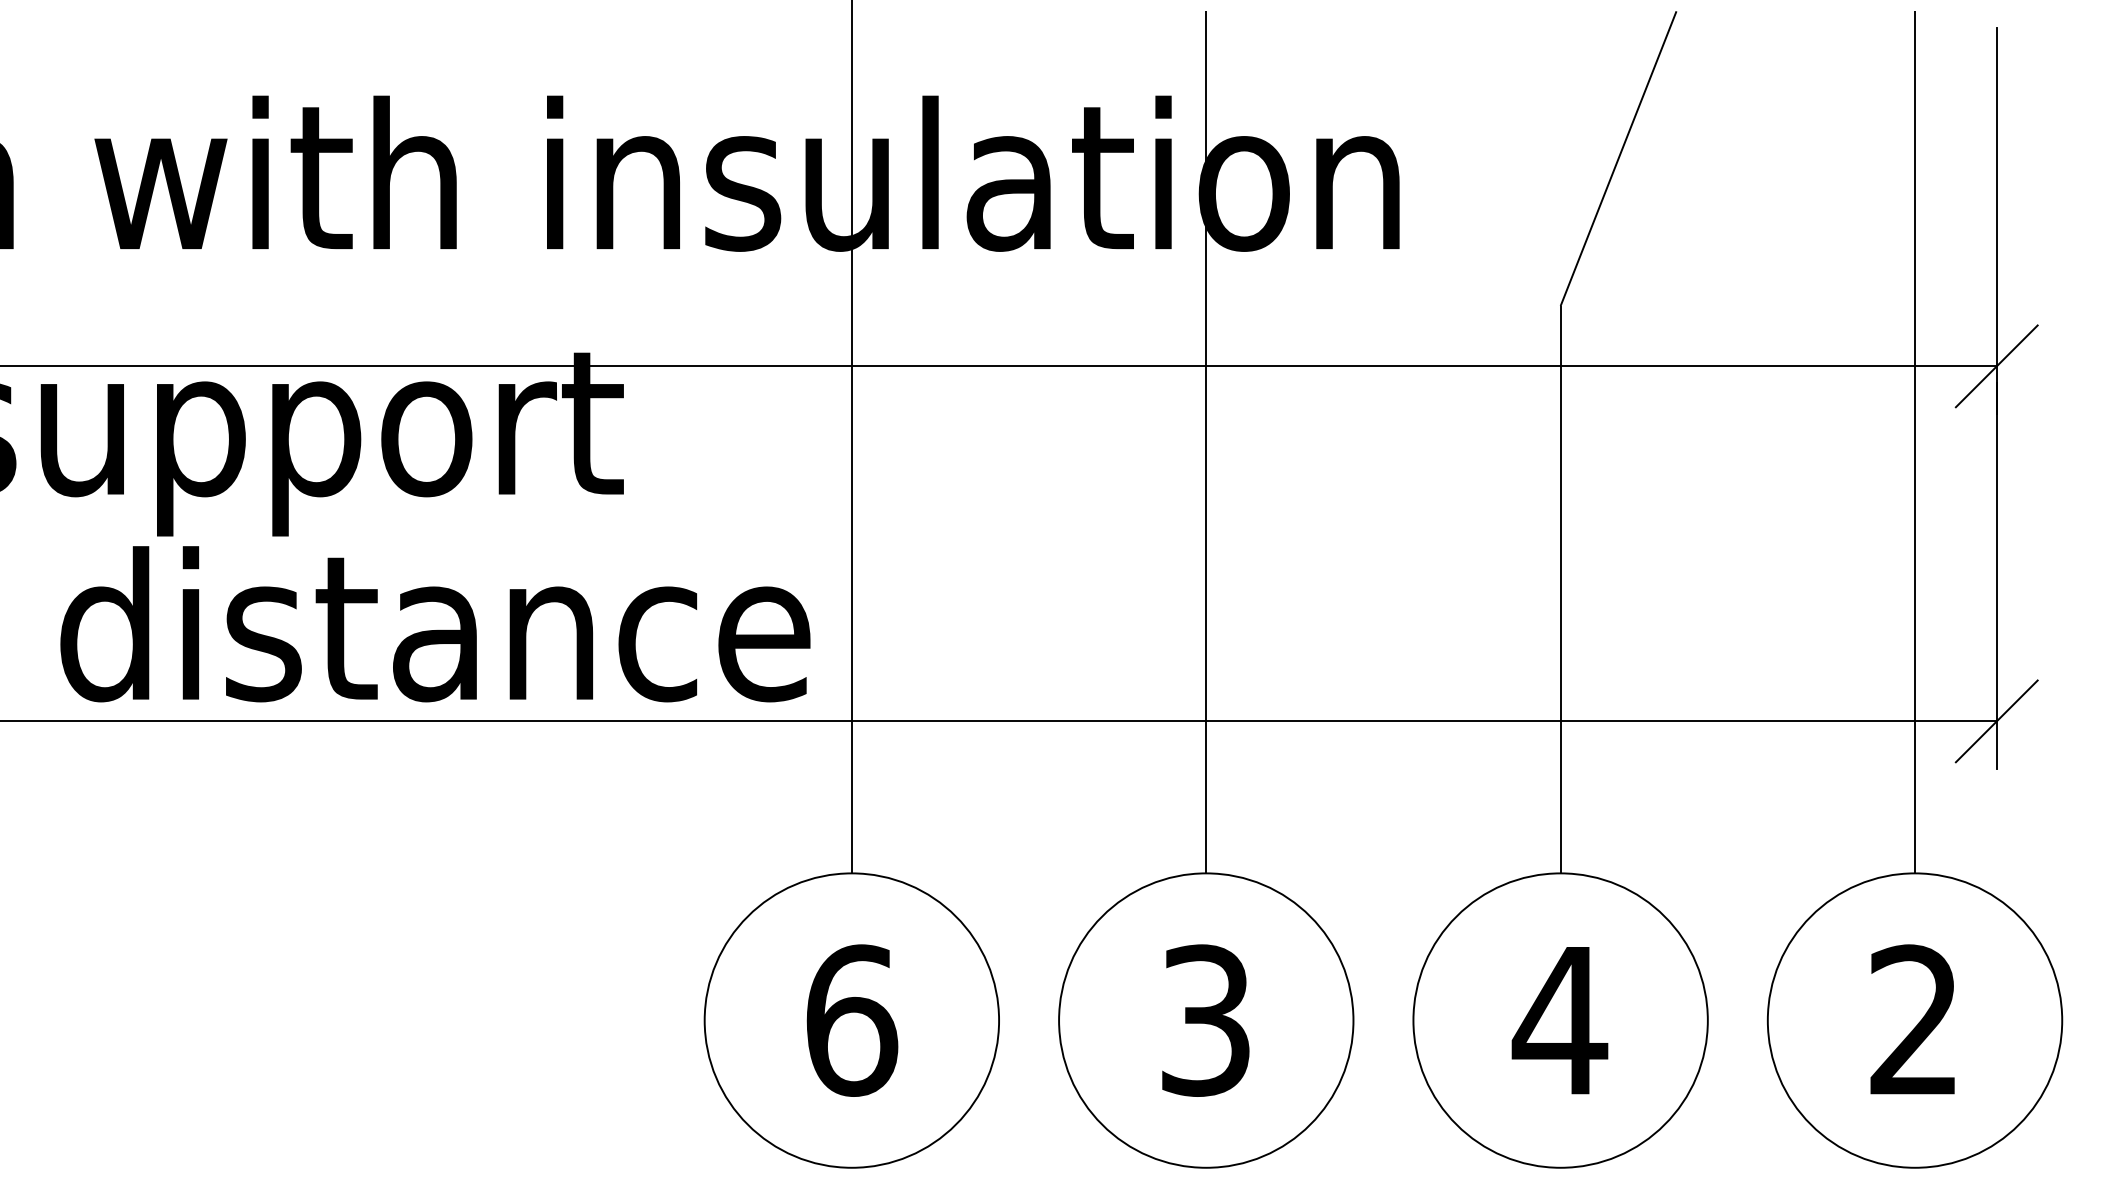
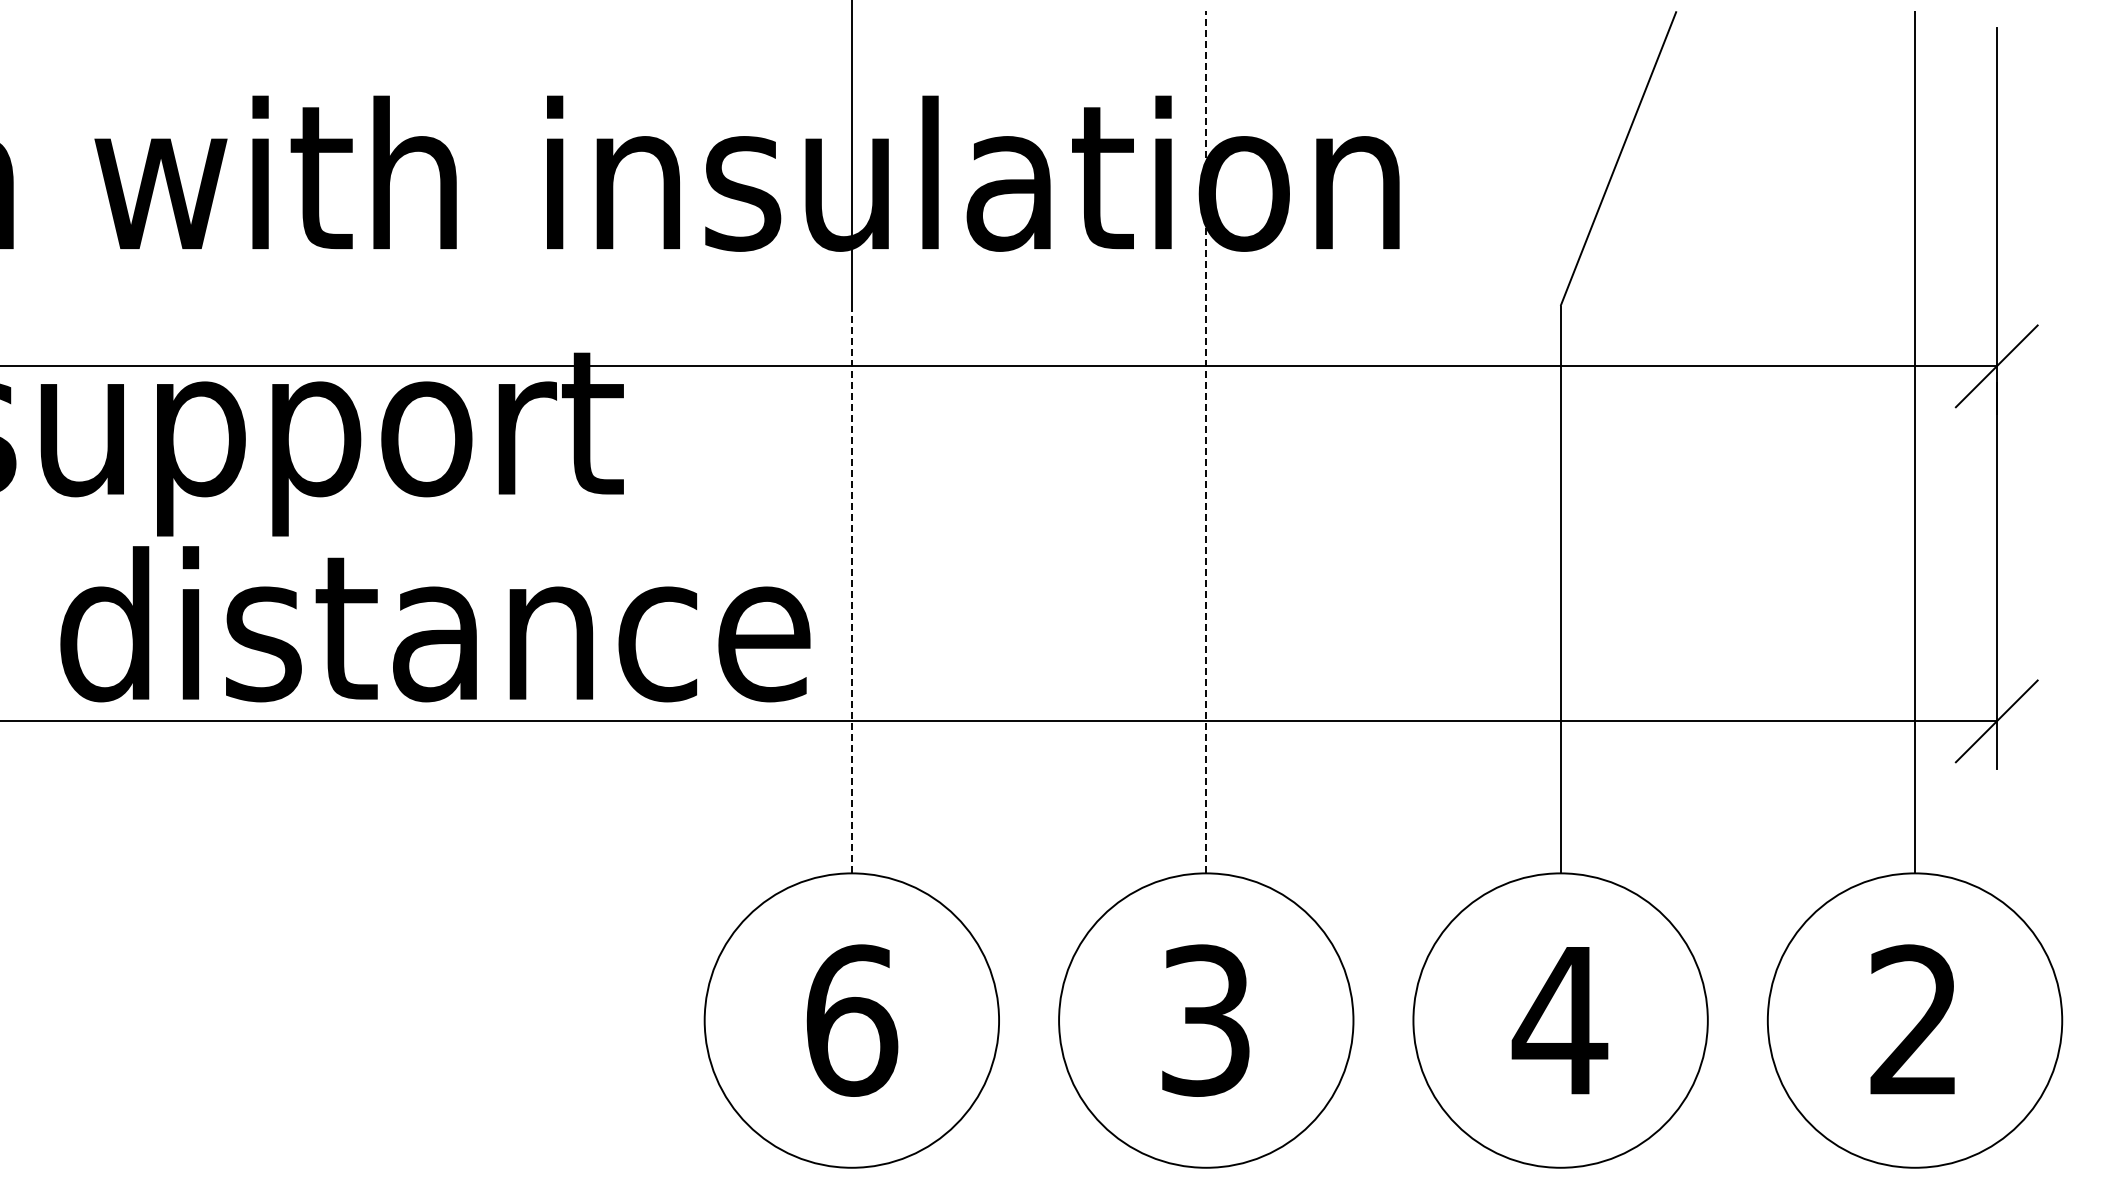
line at (1206, 441): solid -> dashed
line at (851, 589): solid -> dashed
